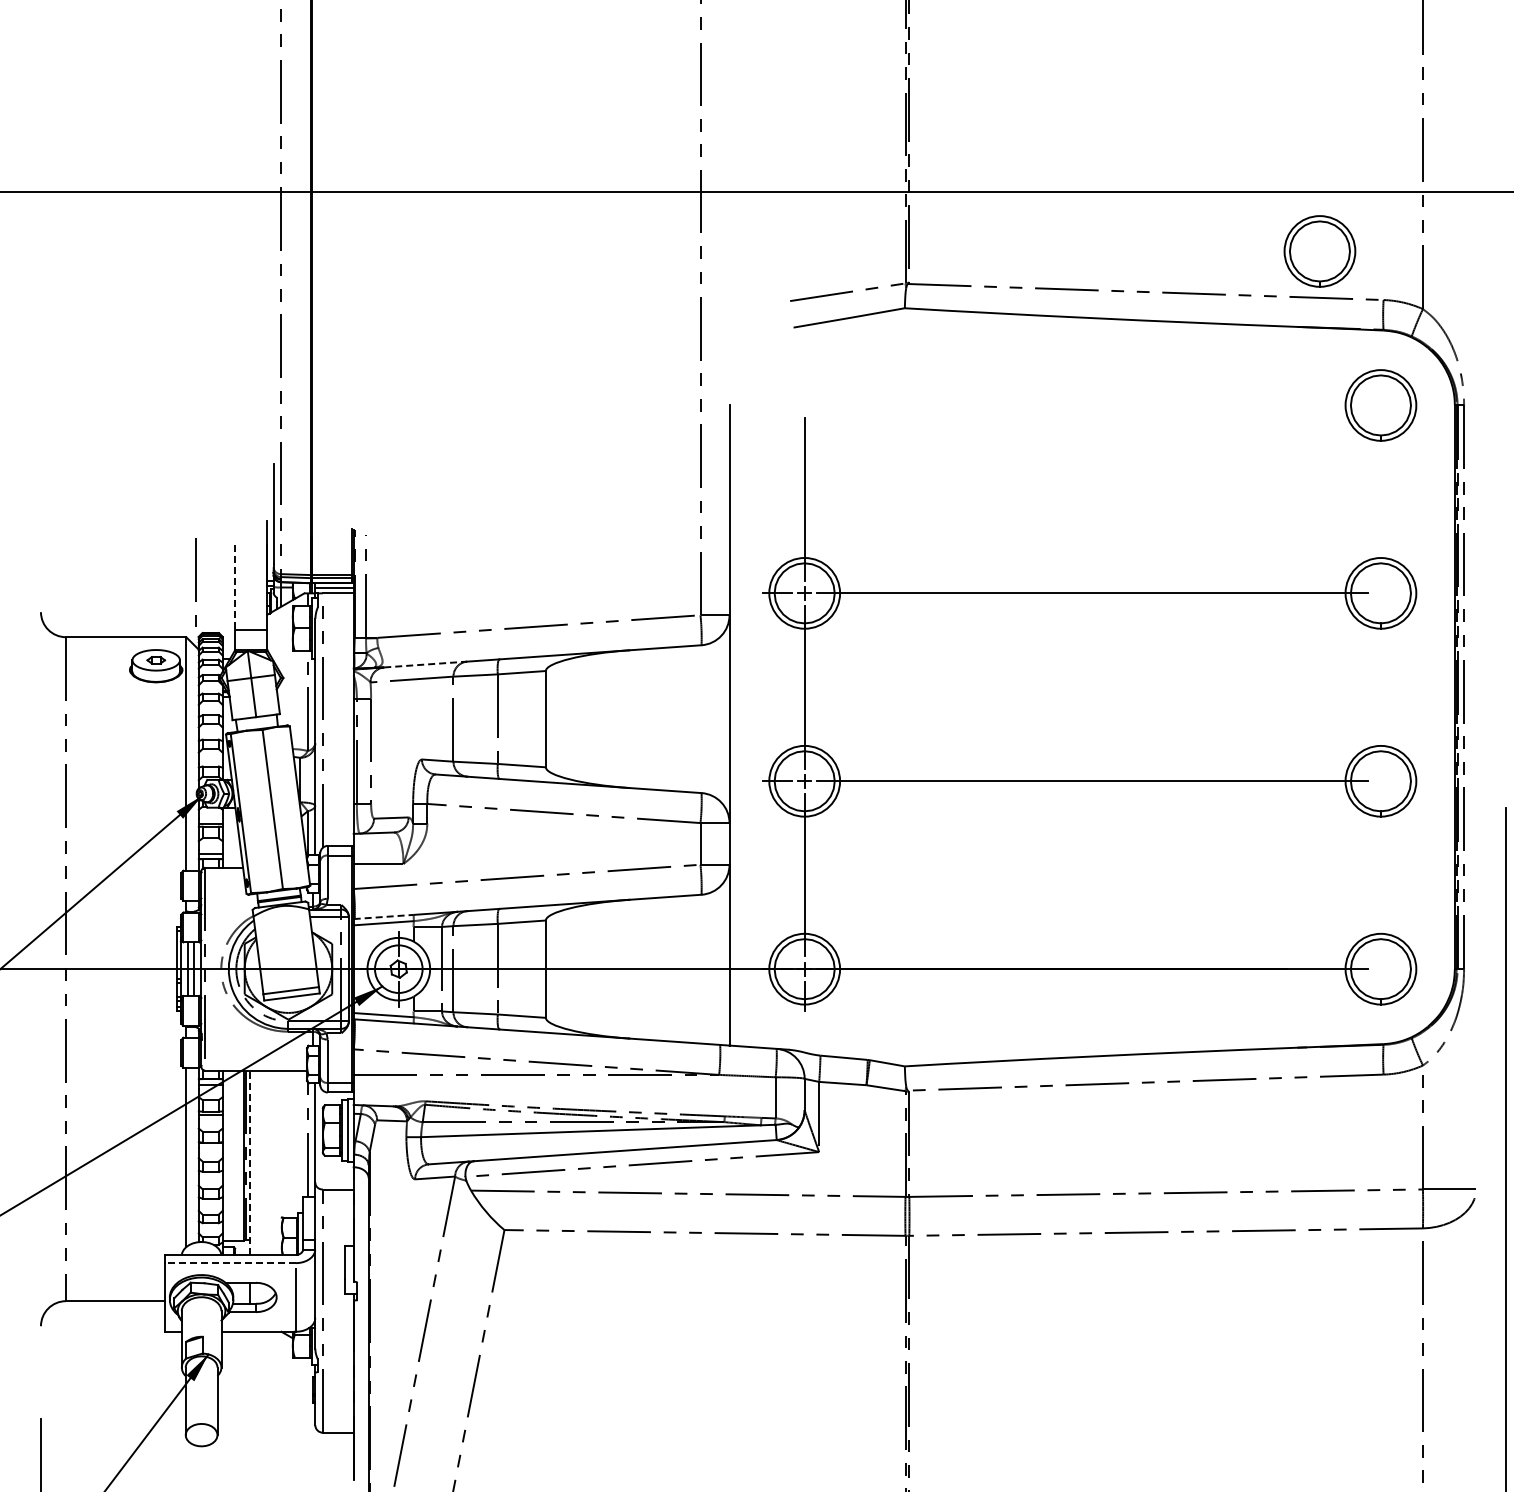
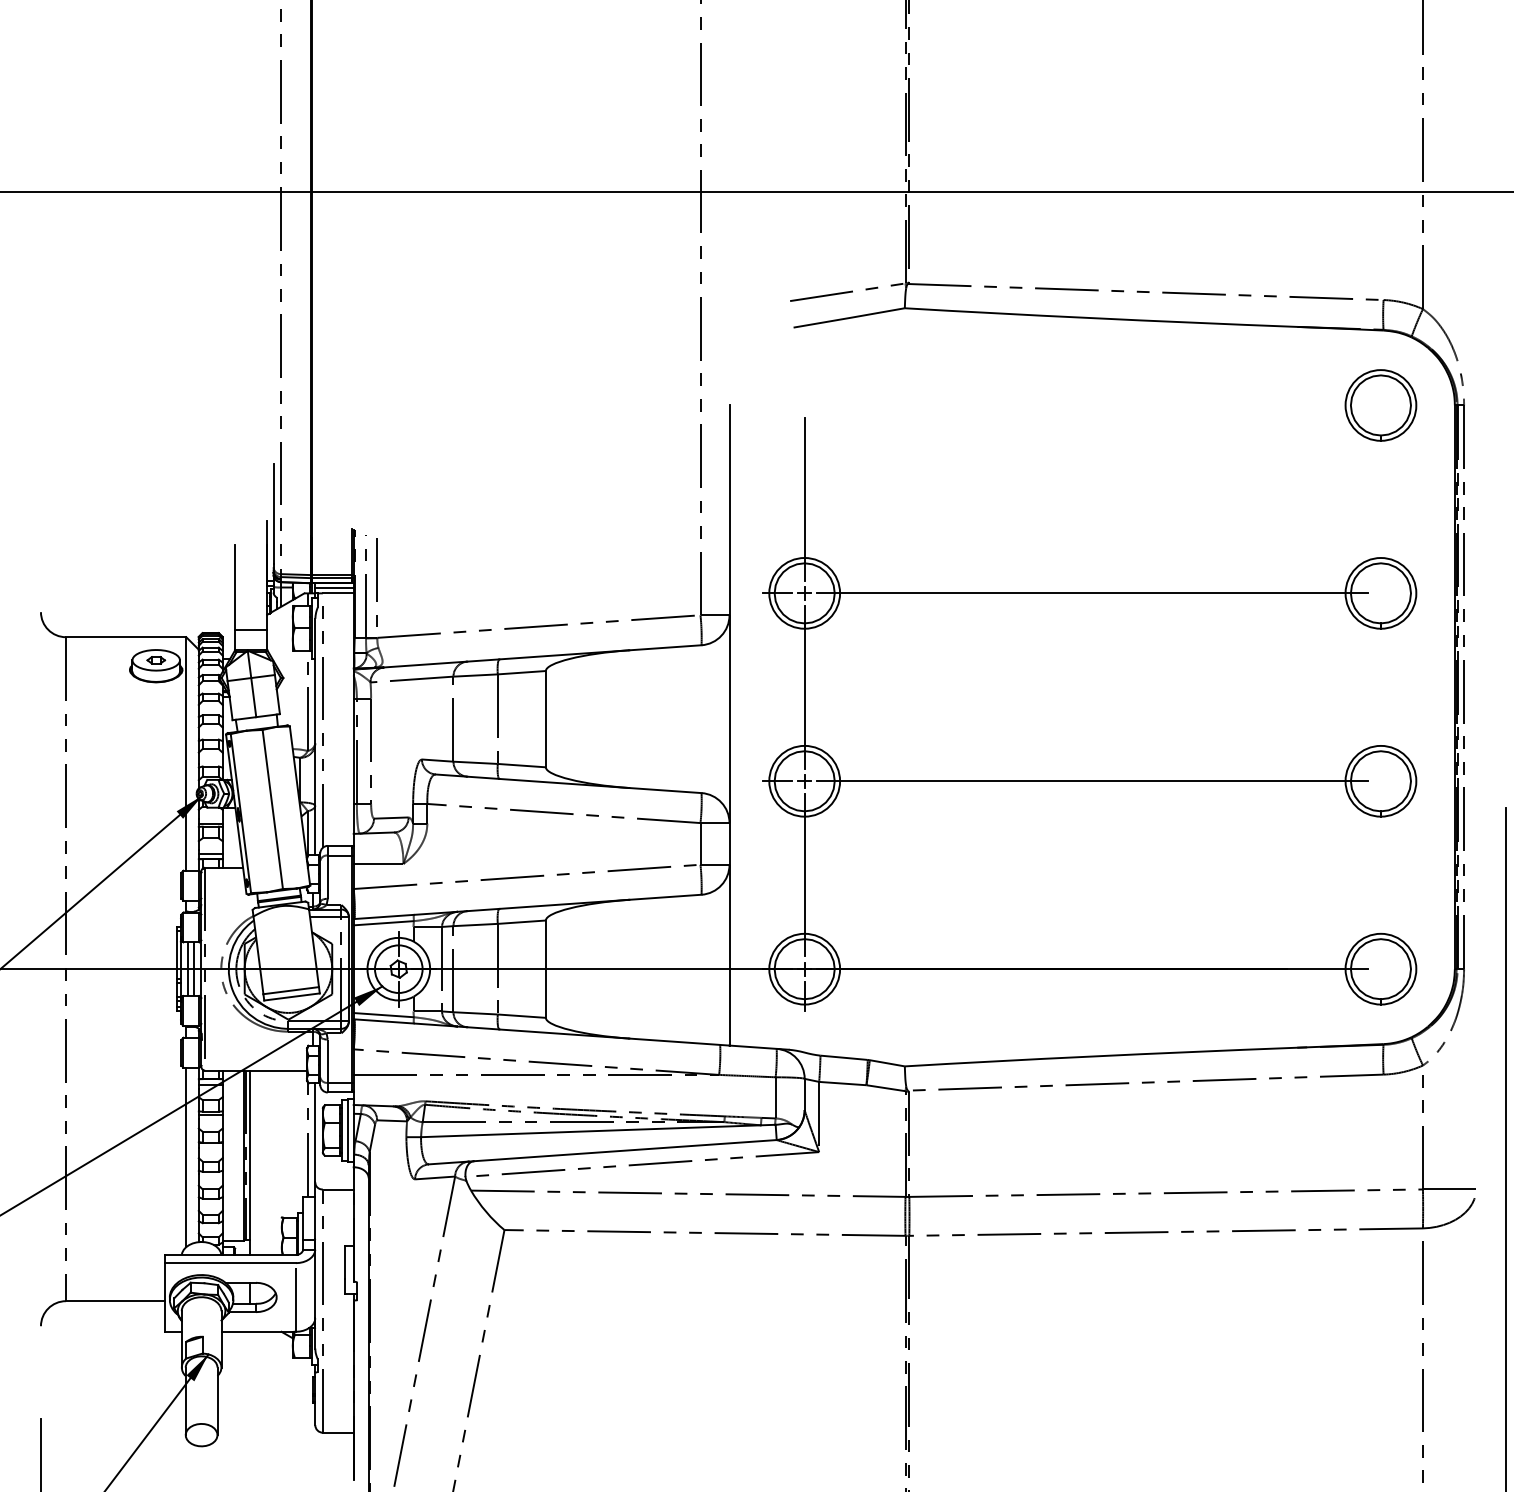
part at (1319, 251): present -> none
line at (195, 582) position: (195, 582) -> (376, 582)
line at (235, 587): dashed -> solid
line at (425, 664): dashed -> solid
line at (384, 916): dashed -> solid
line at (250, 1162): dashed -> solid
line at (229, 1263): dashed -> solid
